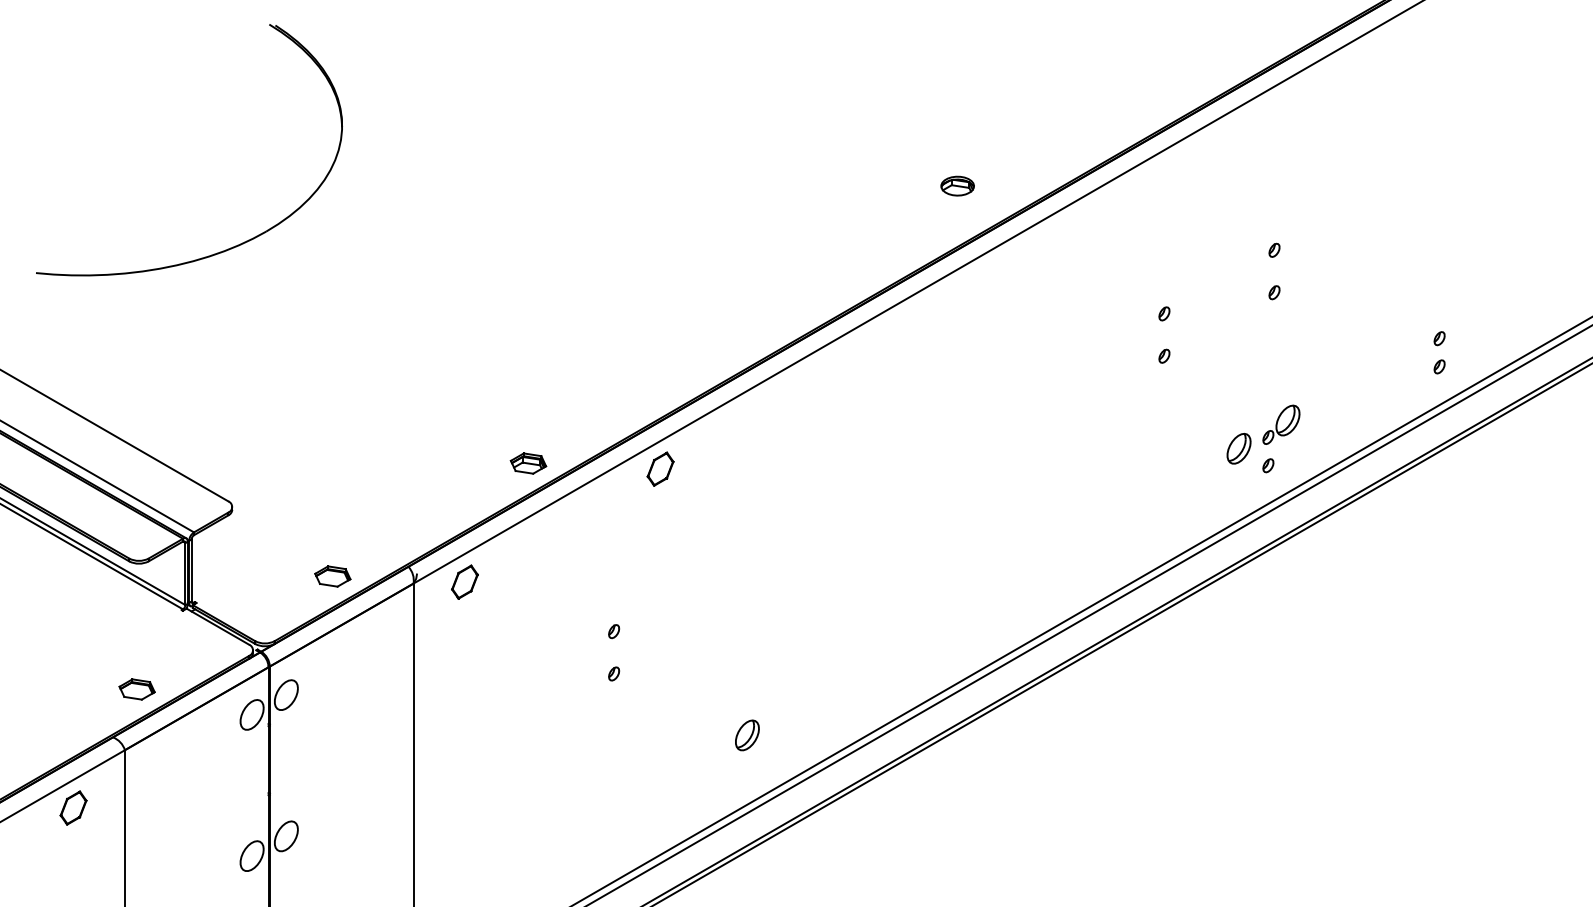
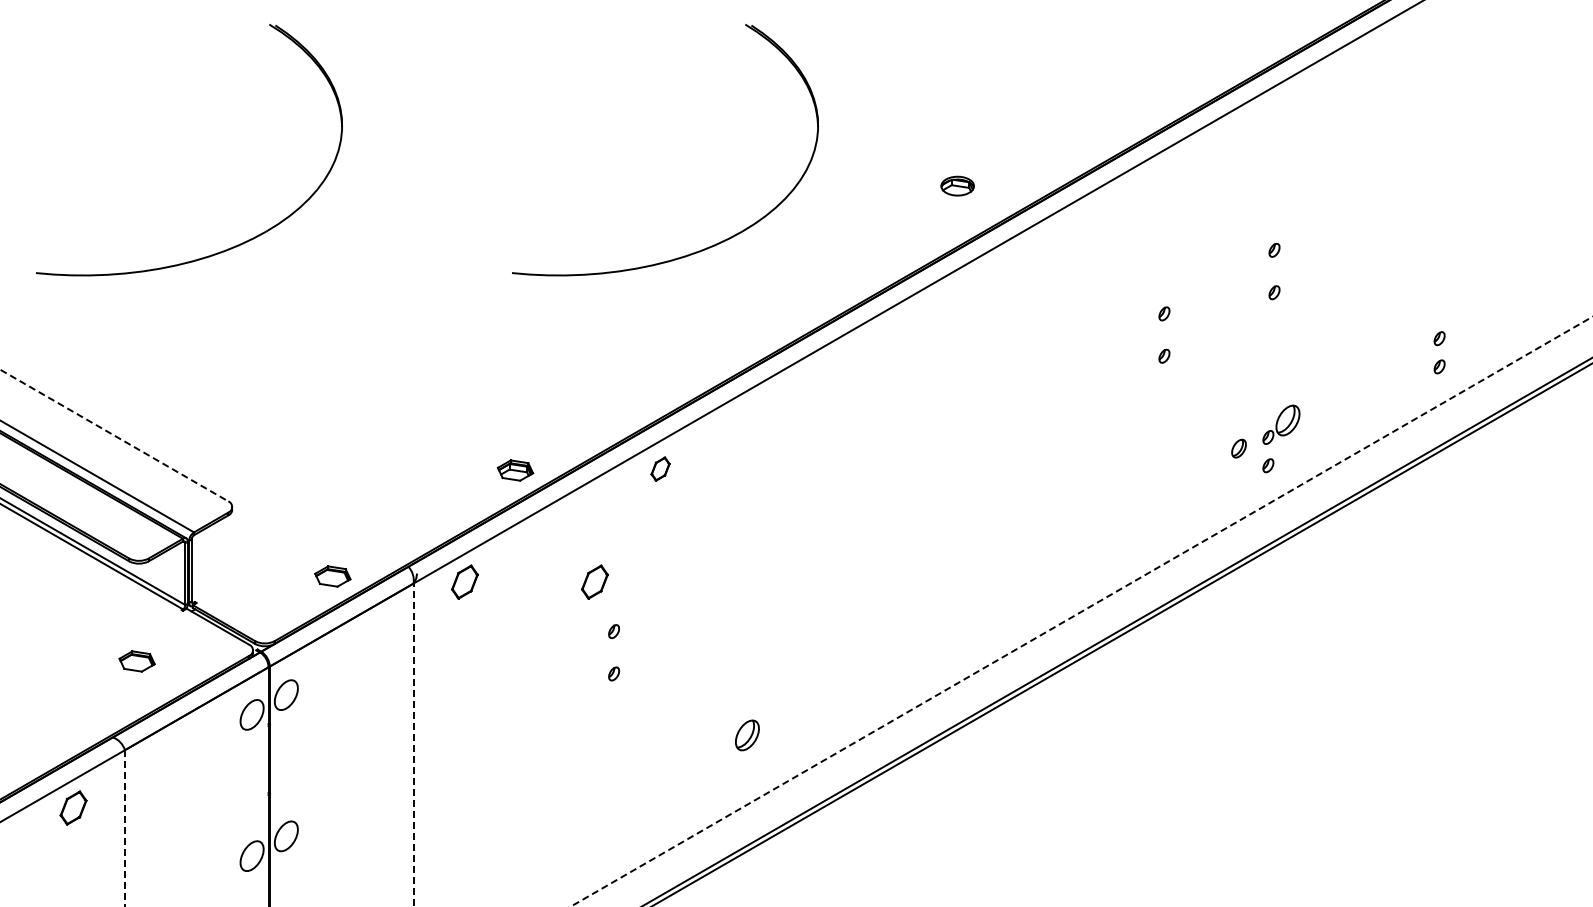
part at (698, 250): none -> present
line at (114, 435): solid -> dashed
part at (1238, 448) size: 26x33 px -> 16x21 px
part at (528, 463) position: (528, 463) -> (515, 470)
part at (660, 468) size: 29x36 px -> 21x26 px
part at (594, 581): none -> present
line at (1081, 611): solid -> dashed
line at (1089, 615): present -> none
part at (136, 689) position: (136, 689) -> (136, 661)
line at (413, 744): solid -> dashed
line at (124, 828): solid -> dashed
